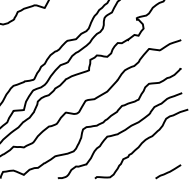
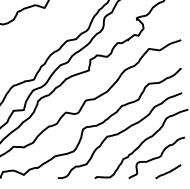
curve at (156, 157): none -> present
